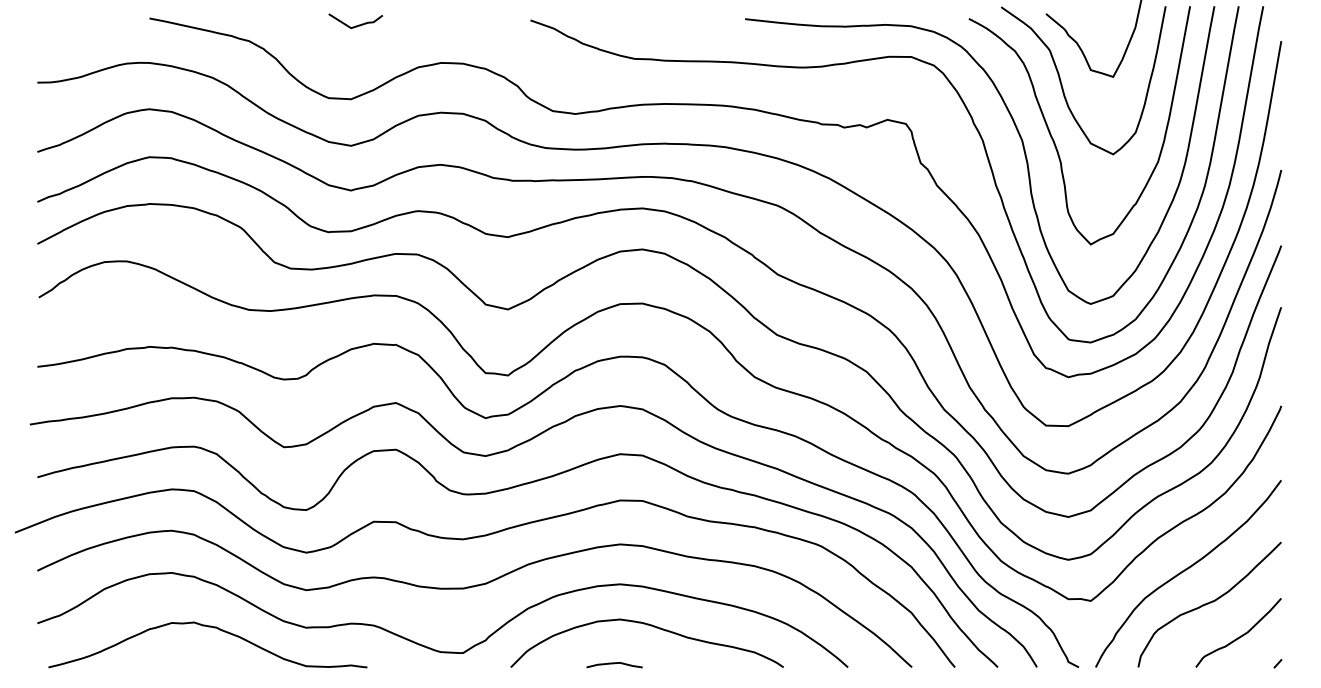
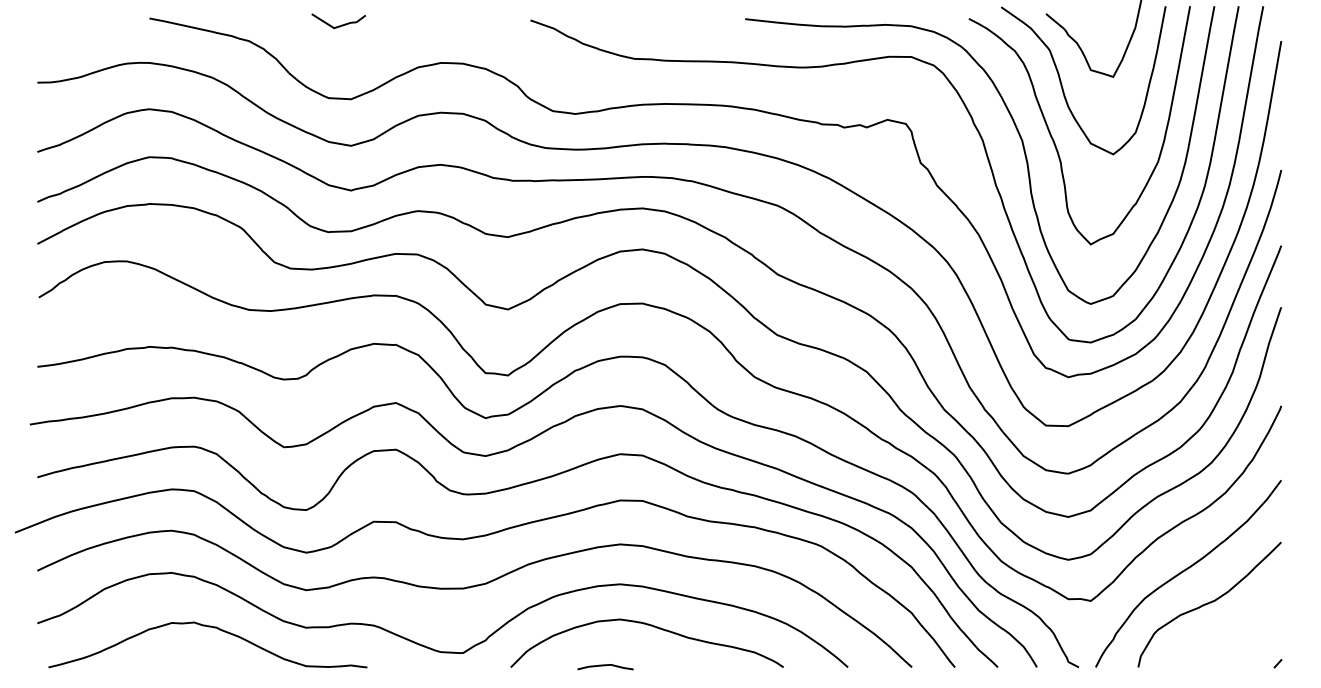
line at (358, 24) position: (358, 24) -> (341, 24)
curve at (1240, 635): present -> none
curve at (614, 664) position: (614, 664) -> (605, 666)
